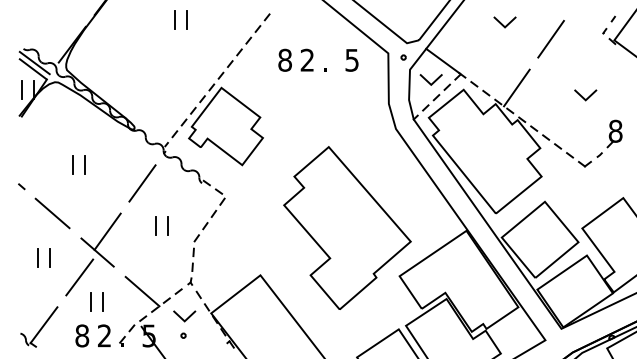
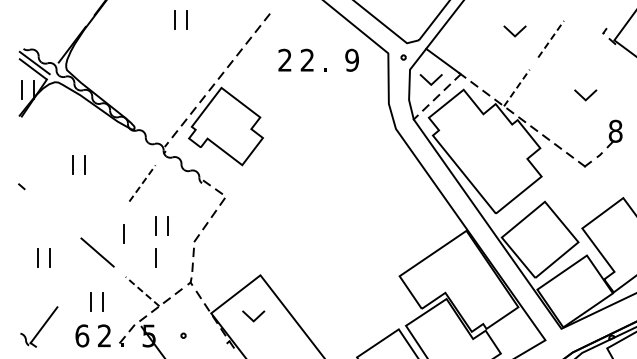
line at (612, 18): present -> none
line at (502, 23) position: (502, 23) -> (512, 32)
line at (551, 38): solid -> dashed
text at (284, 59): 8 -> 2
text at (351, 59): 5 -> 9
line at (517, 87): solid -> dashed
line at (142, 183): solid -> dashed
line at (52, 213): present -> none
part at (347, 227): present -> none
line at (107, 231): present -> none
line at (123, 233): none -> present
line at (155, 257): none -> present
line at (79, 277): present -> none
line at (142, 291): solid -> dashed
line at (183, 318) position: (183, 318) -> (252, 318)
text at (82, 335): 8 -> 6
